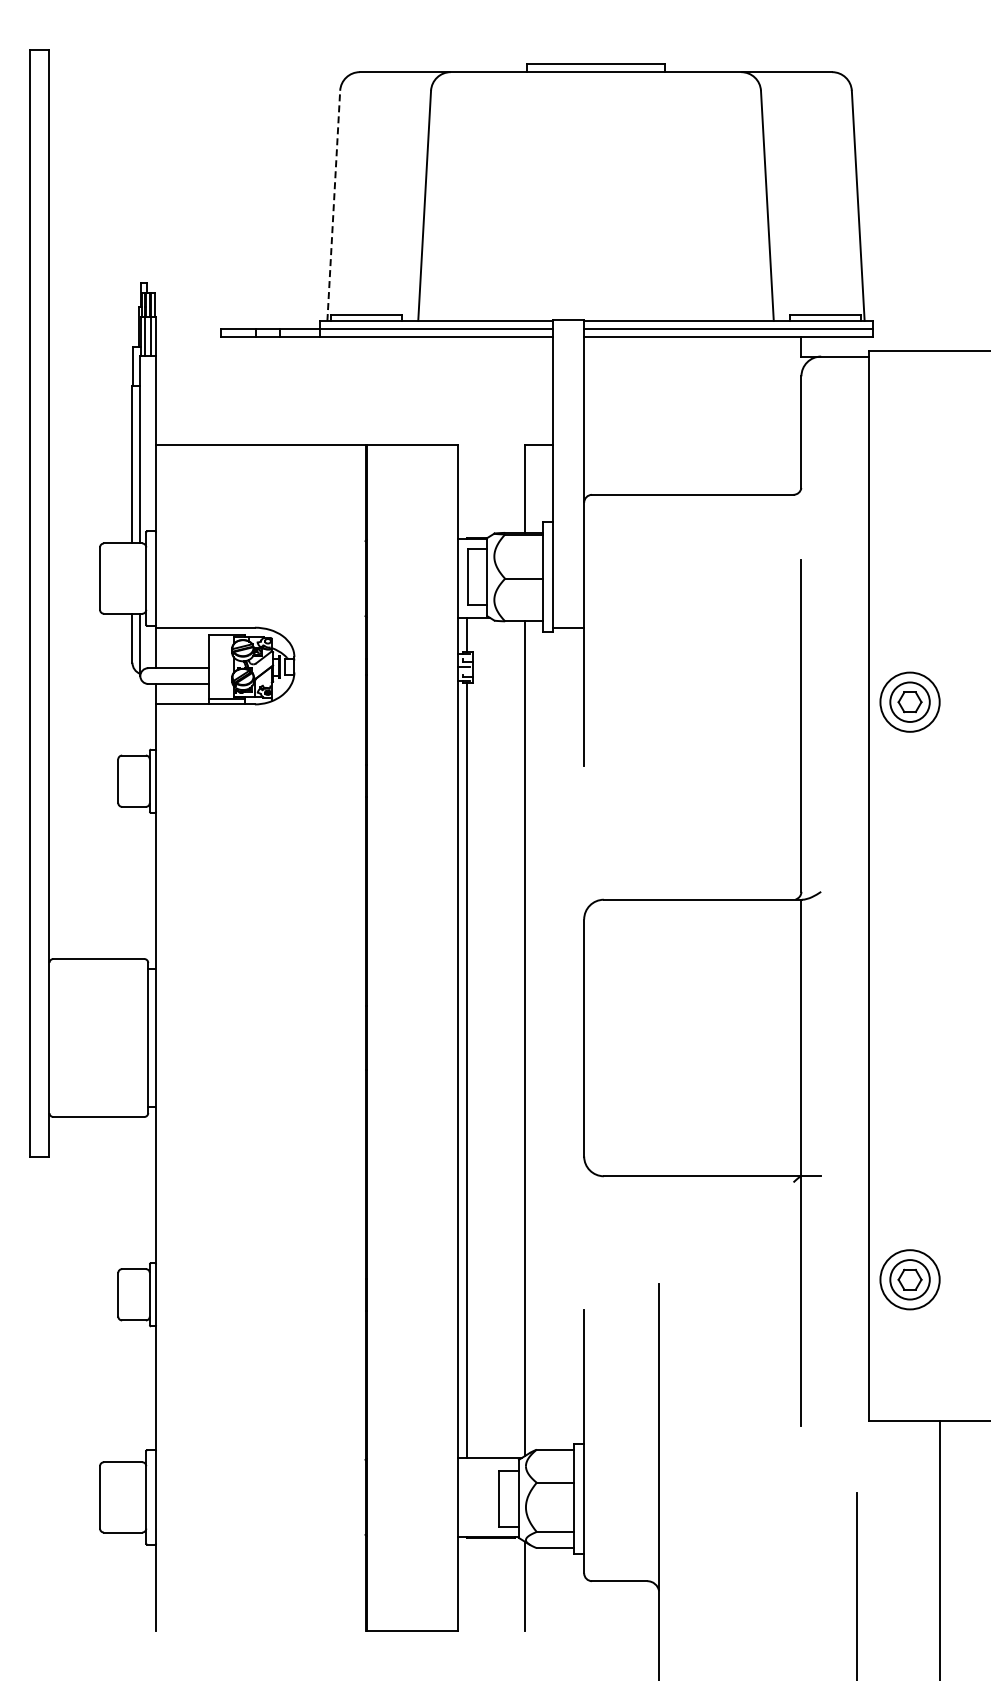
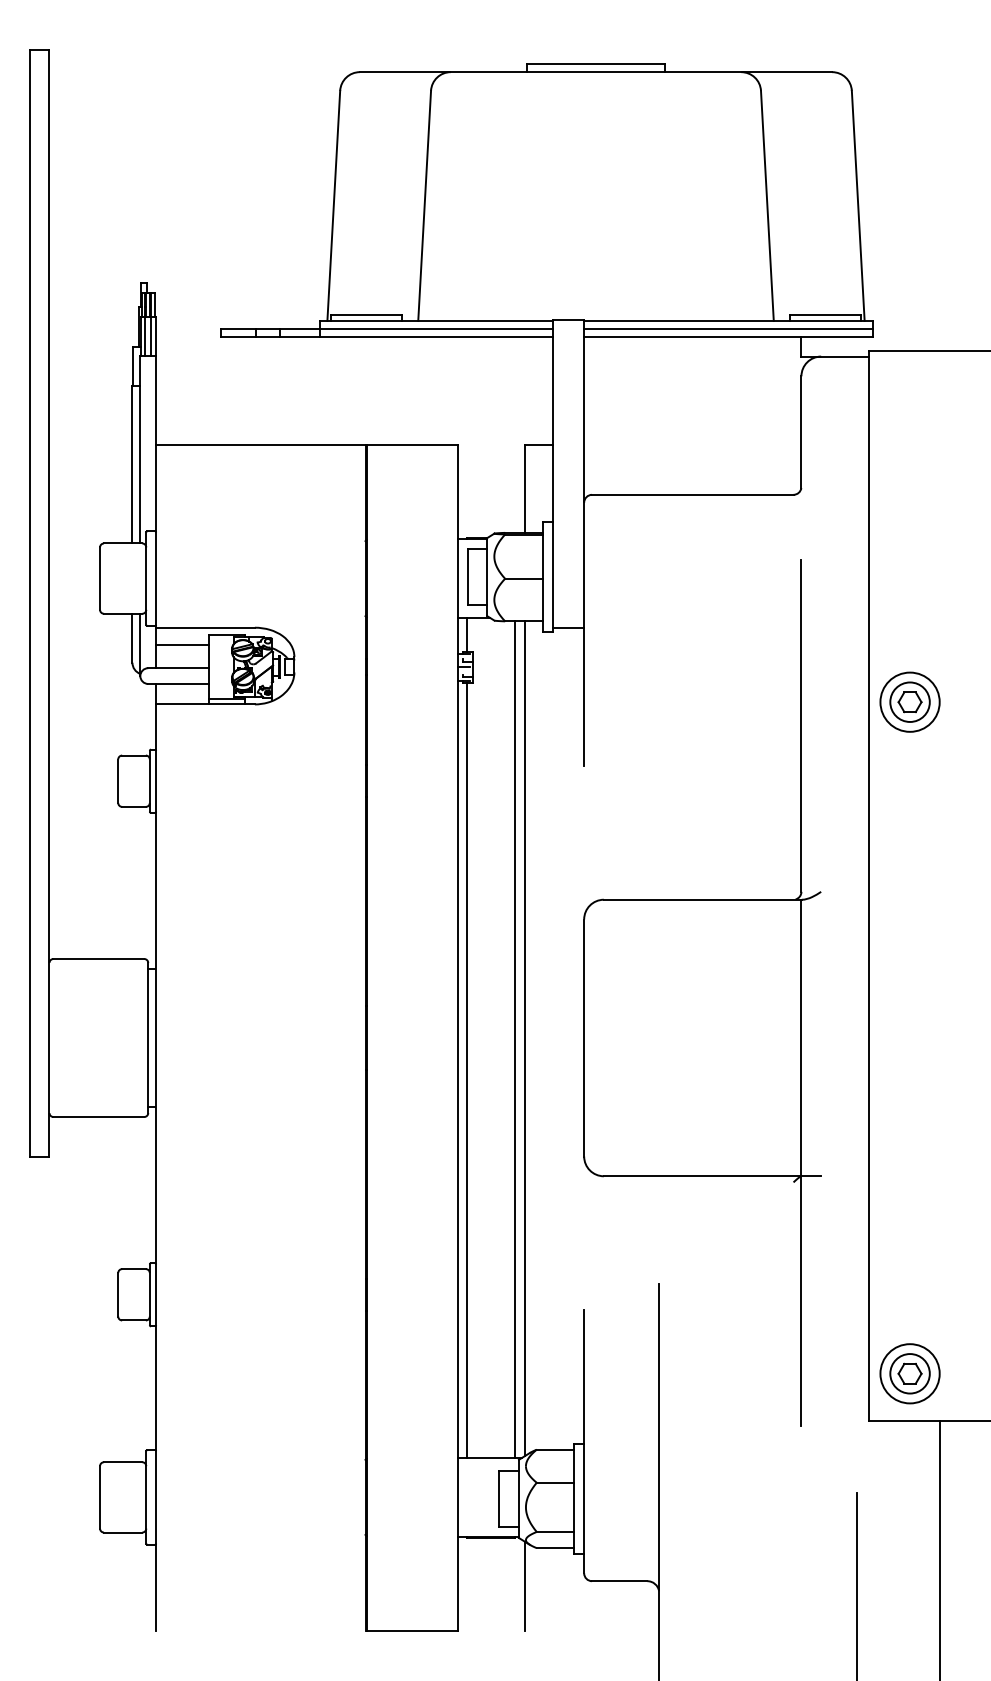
line at (333, 205): dashed -> solid
line at (182, 645): none -> present
line at (514, 1039): none -> present
part at (909, 1279) position: (909, 1279) -> (909, 1373)
